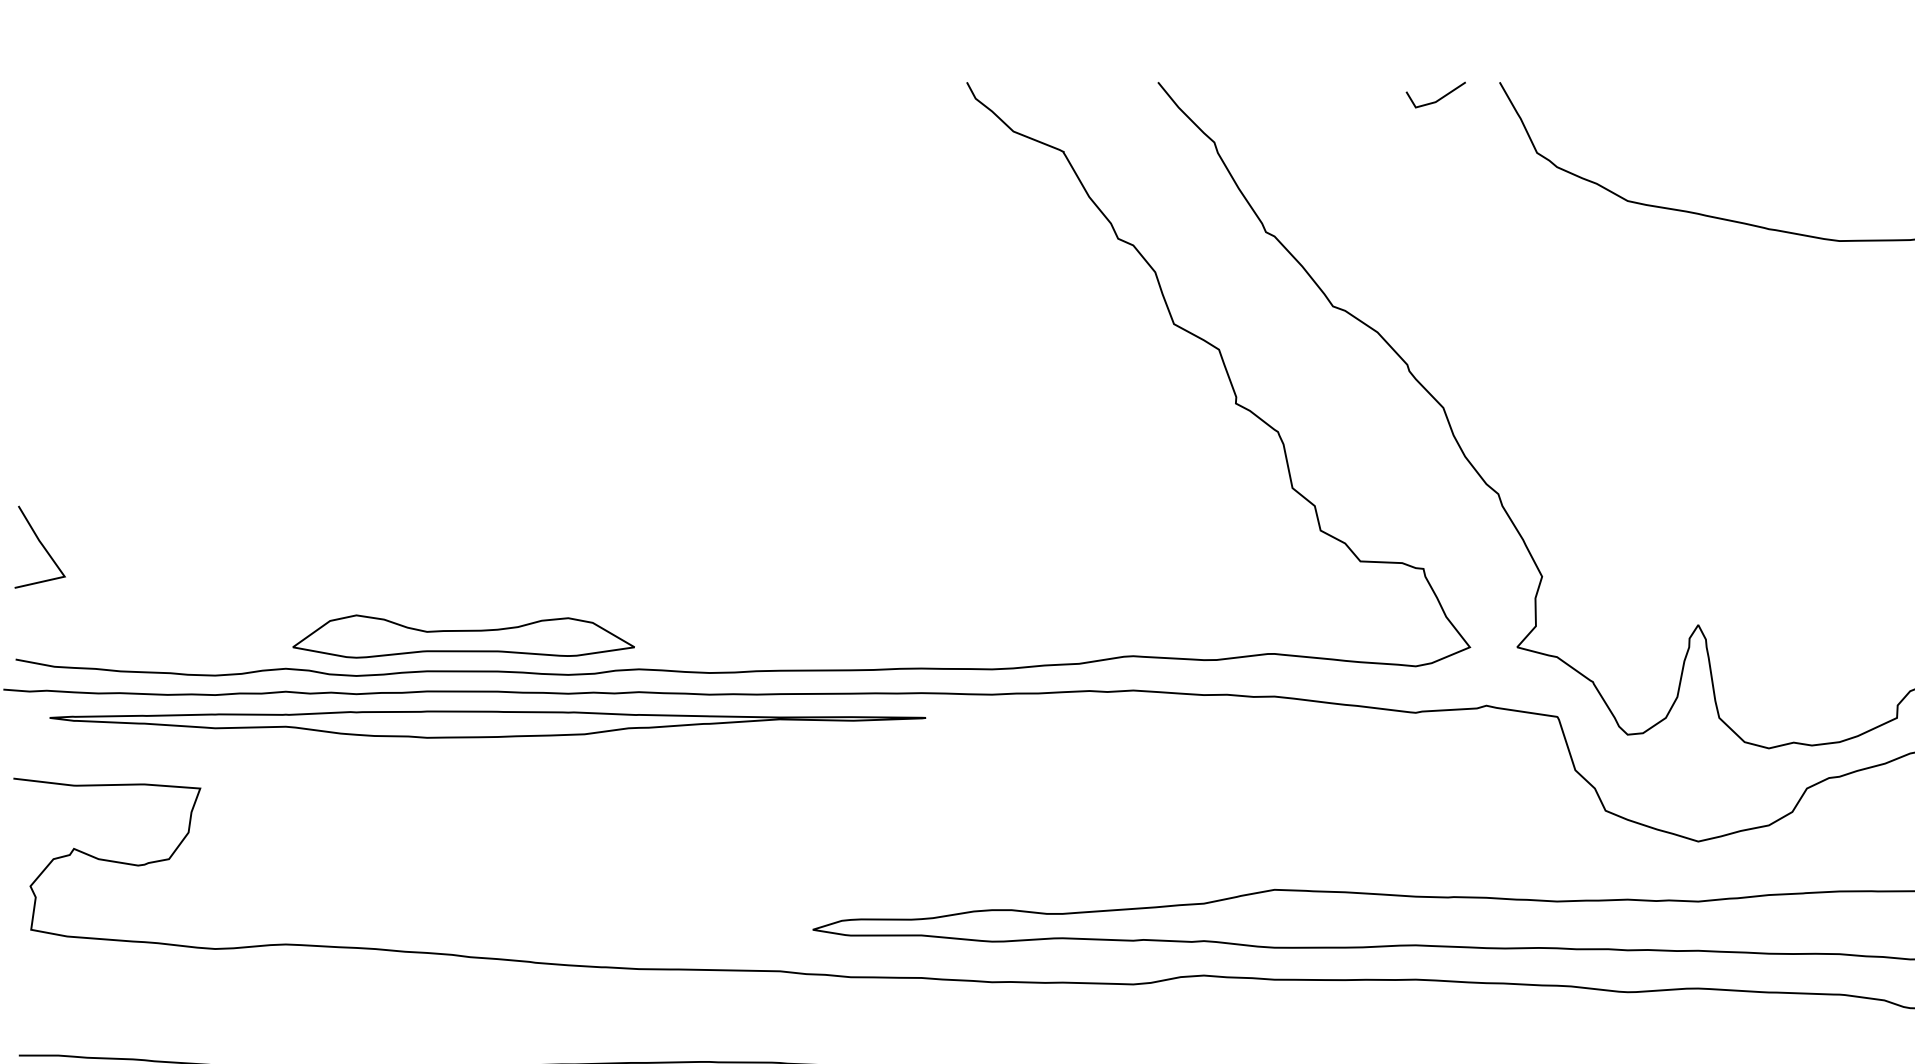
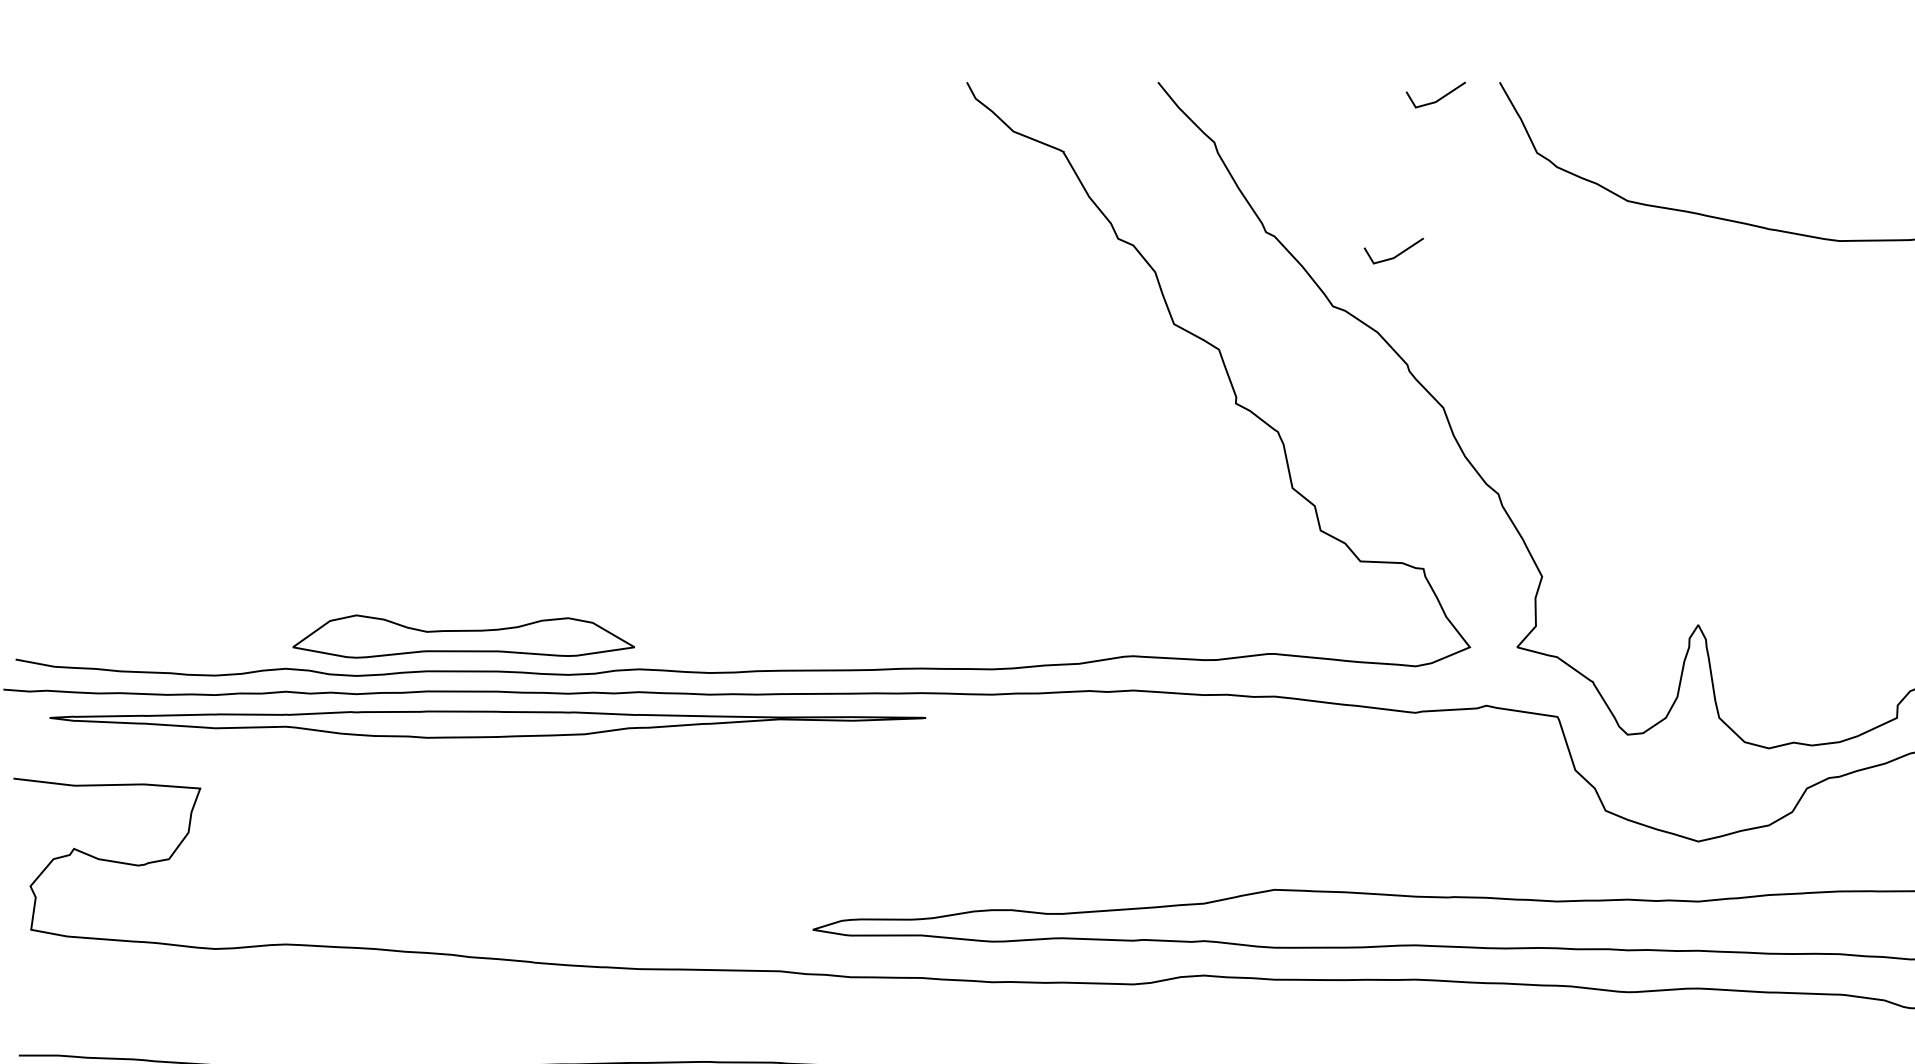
line at (1395, 255): none -> present
line at (40, 544): present -> none
